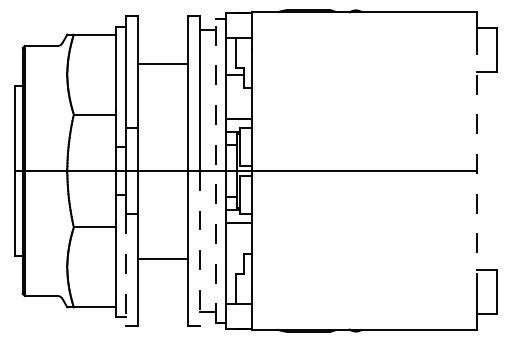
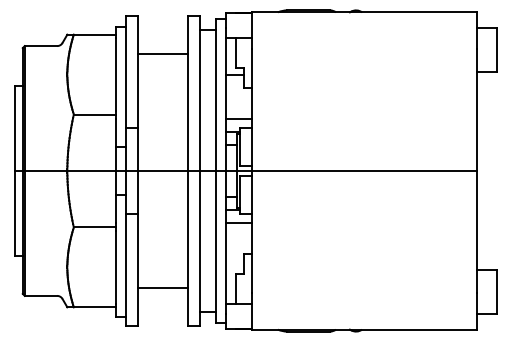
line at (162, 64) position: (162, 64) -> (162, 54)
line at (215, 170): dashed -> solid
line at (476, 170): dashed -> solid
line at (200, 248): dashed -> solid
line at (162, 258) position: (162, 258) -> (162, 287)
line at (126, 270): dashed -> solid
